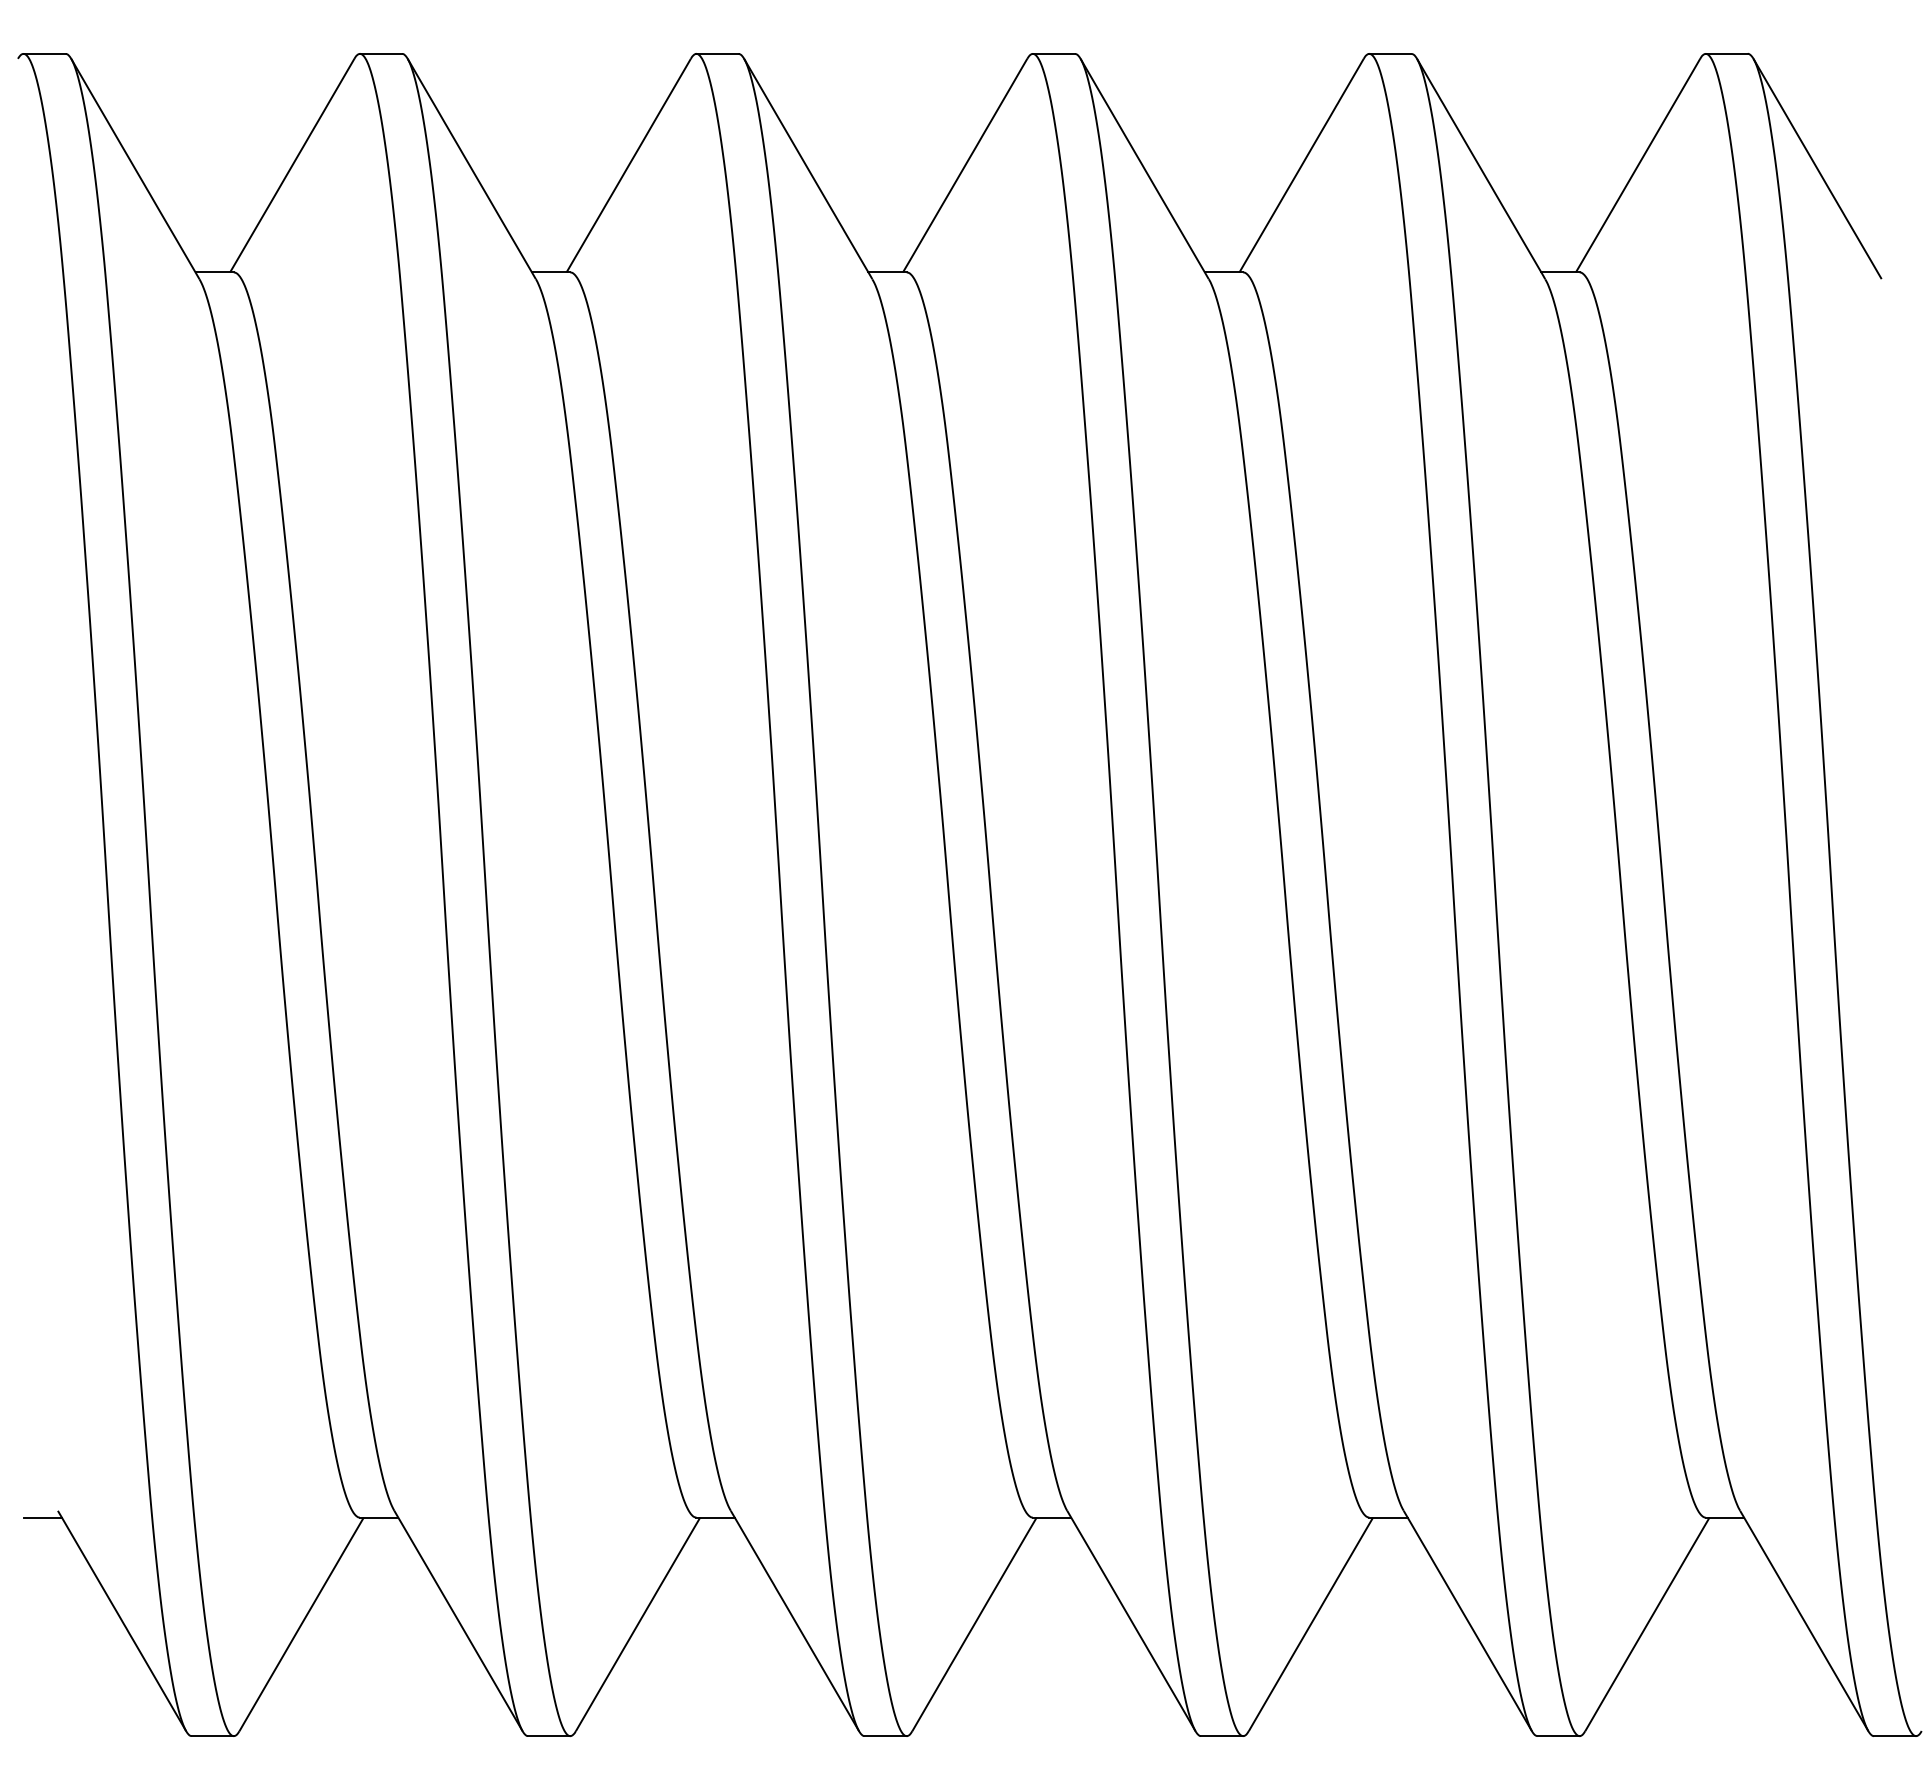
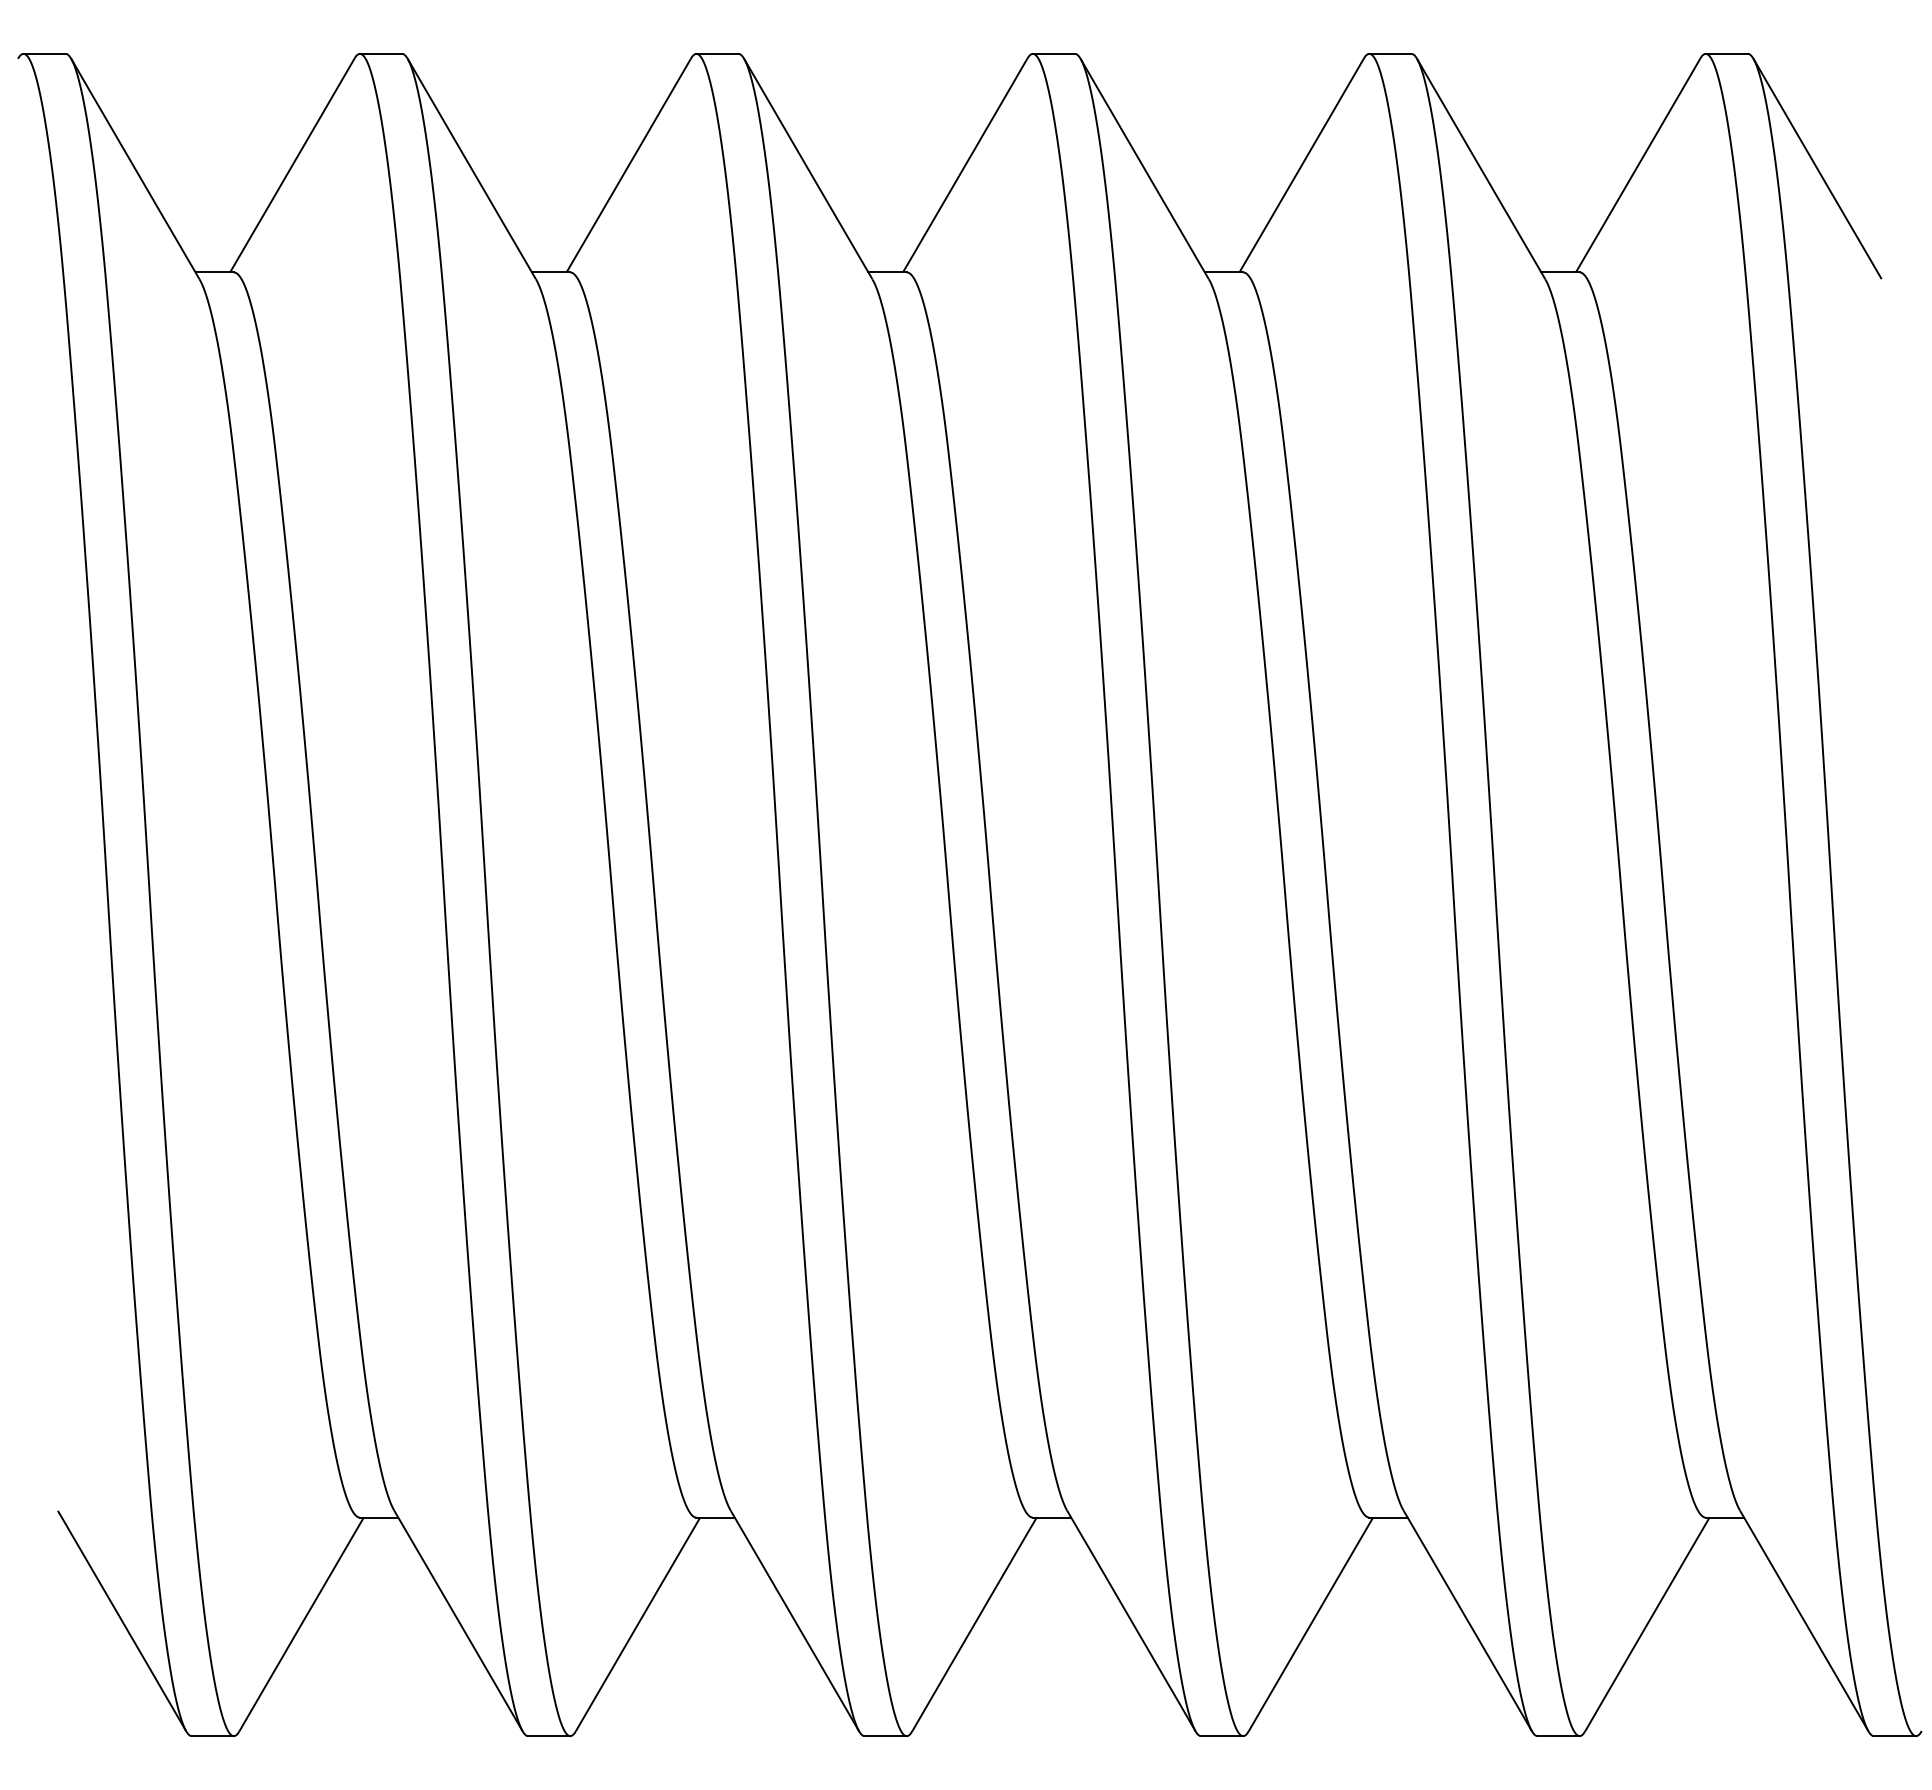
line at (42, 1517): present -> none
